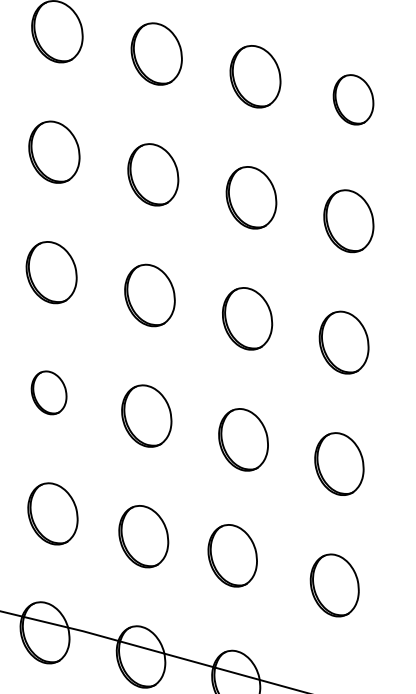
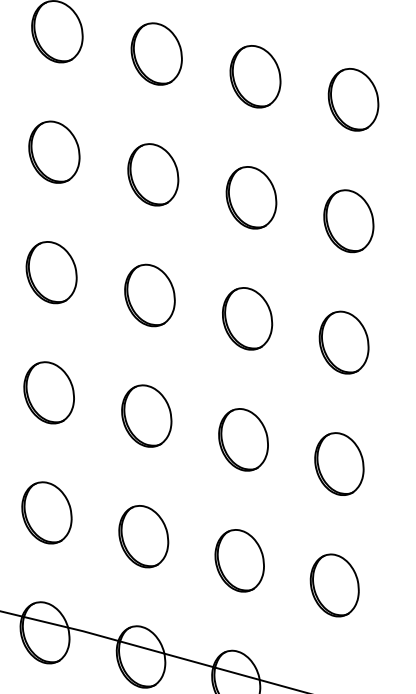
part at (353, 99) size: 43x52 px -> 53x64 px
part at (48, 392) size: 38x46 px -> 52x64 px
part at (52, 513) position: (52, 513) -> (46, 512)
part at (232, 555) position: (232, 555) -> (239, 560)
